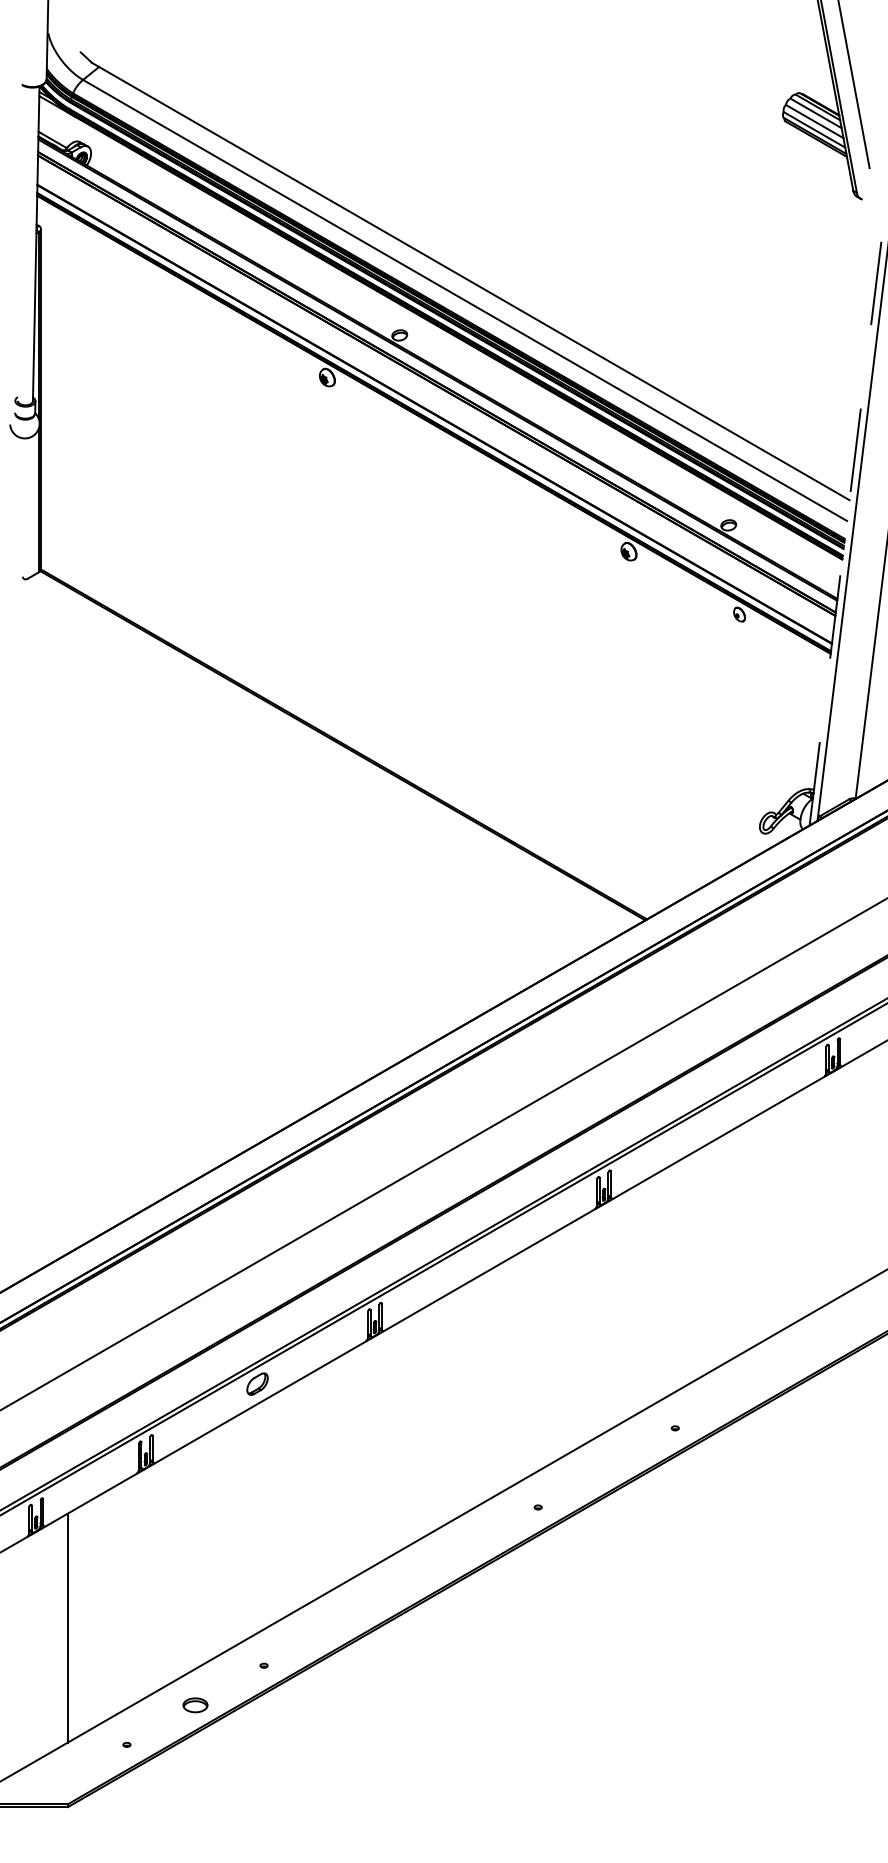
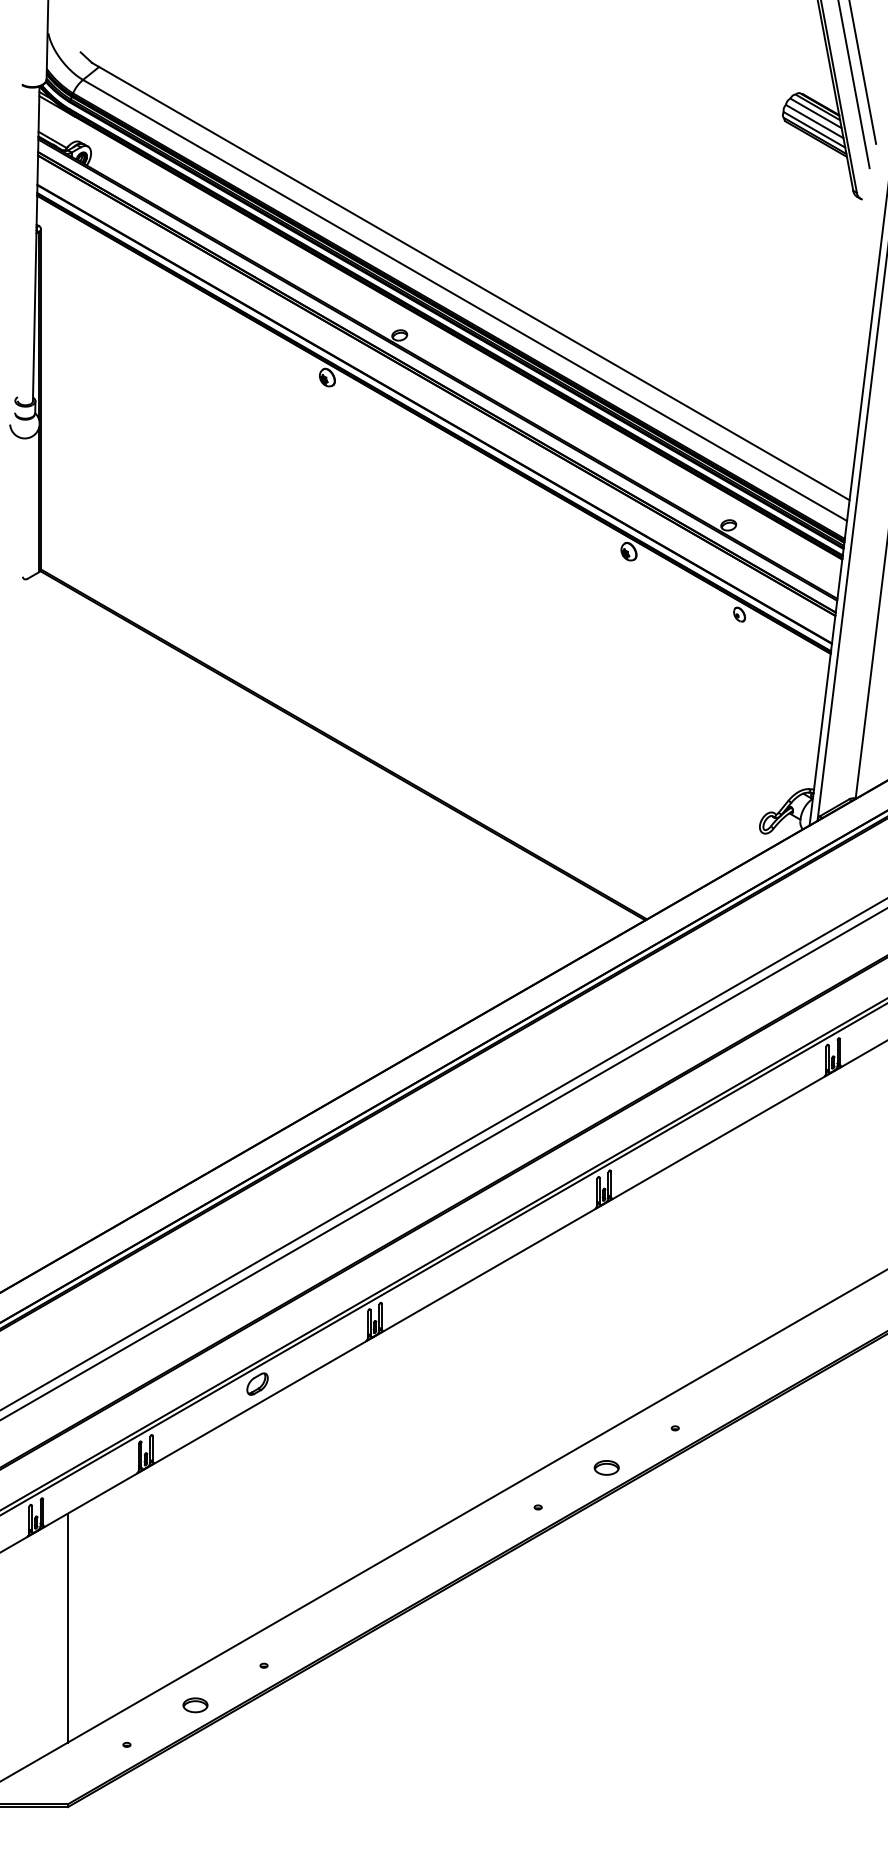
line at (862, 72): none -> present
line at (848, 506): dashed -> solid
line at (443, 1164): none -> present
part at (606, 1467): none -> present
